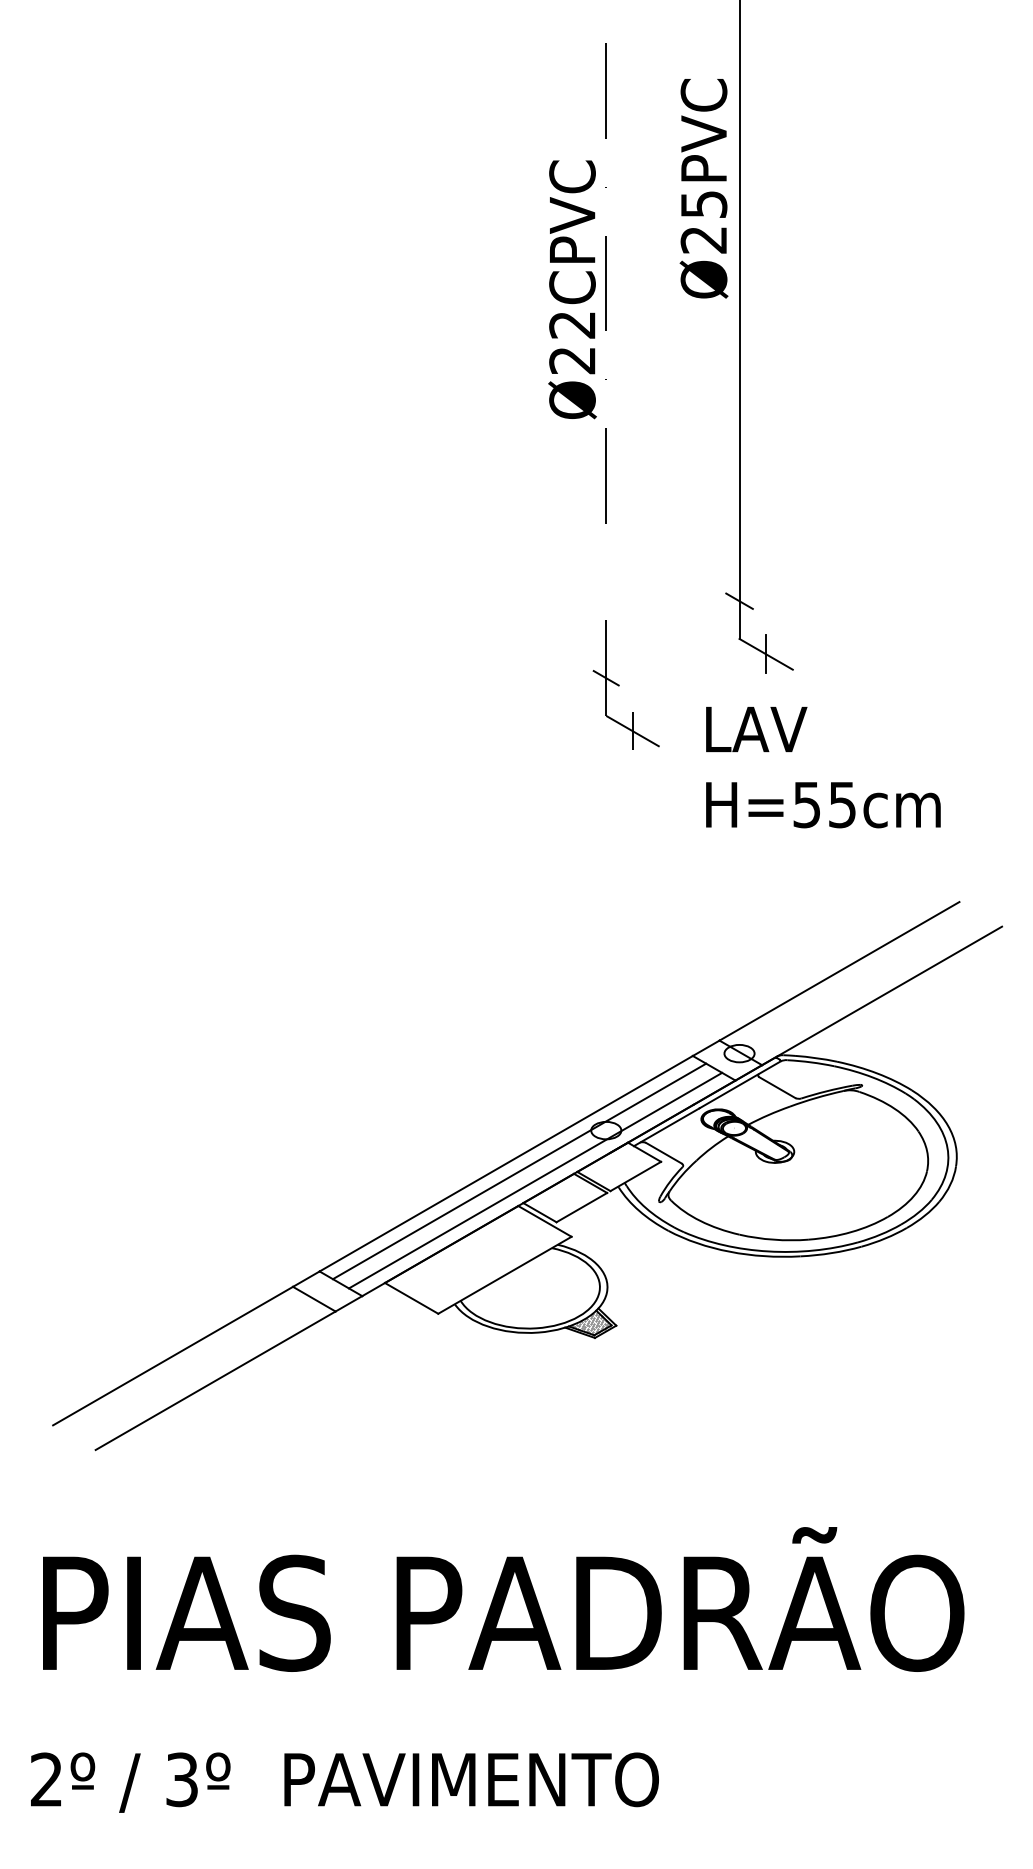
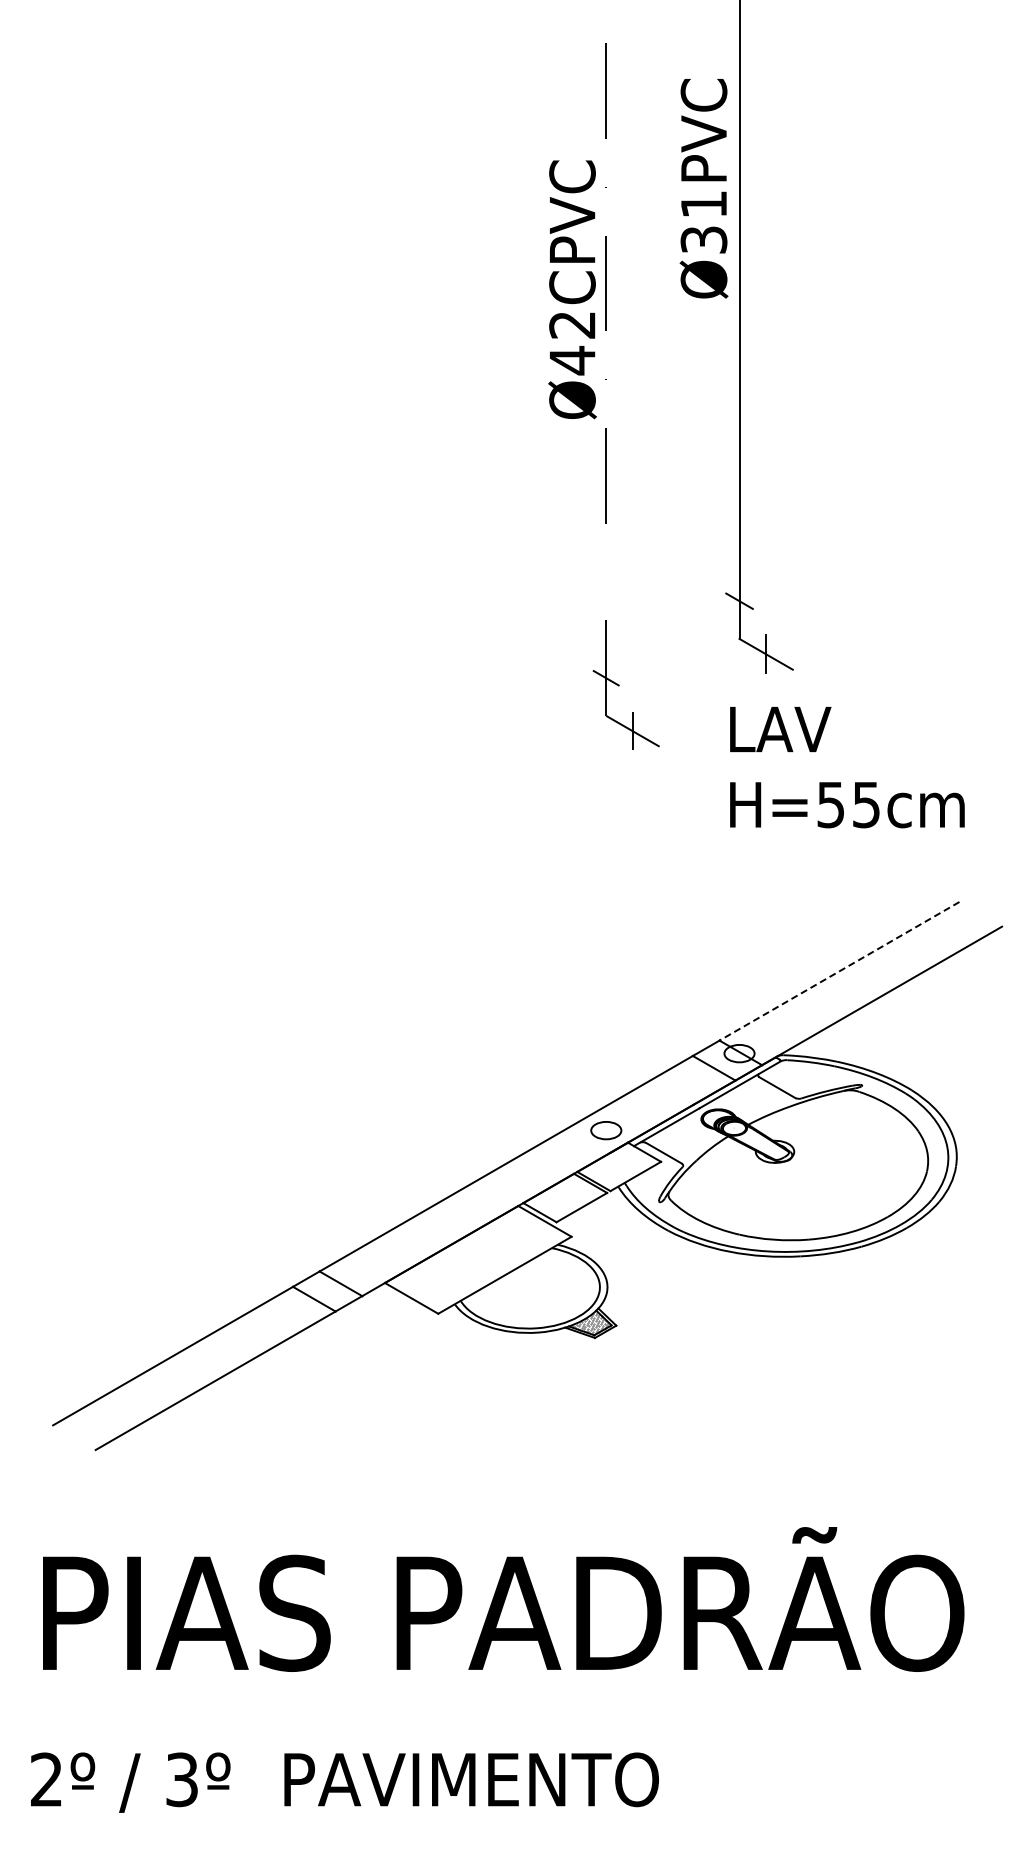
text at (703, 222): Ø25PVC -> Ø31PVC
text at (572, 360): Ø22CPVC -> Ø42CPVC
text at (823, 767) position: (823, 767) -> (847, 767)
line at (839, 971): solid -> dashed
line at (519, 1171): present -> none
line at (535, 1180): present -> none
